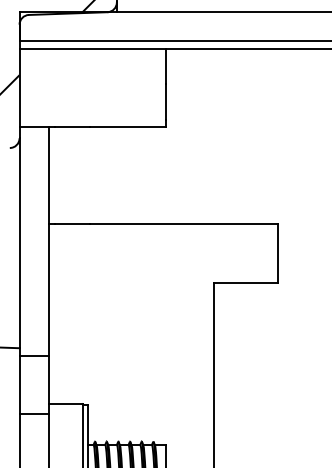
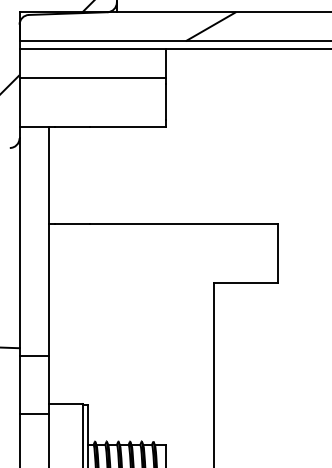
hatch at (210, 26): none -> present
line at (92, 78): none -> present
